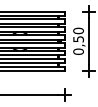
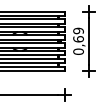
text at (78, 34): 0,50 -> 0,69
